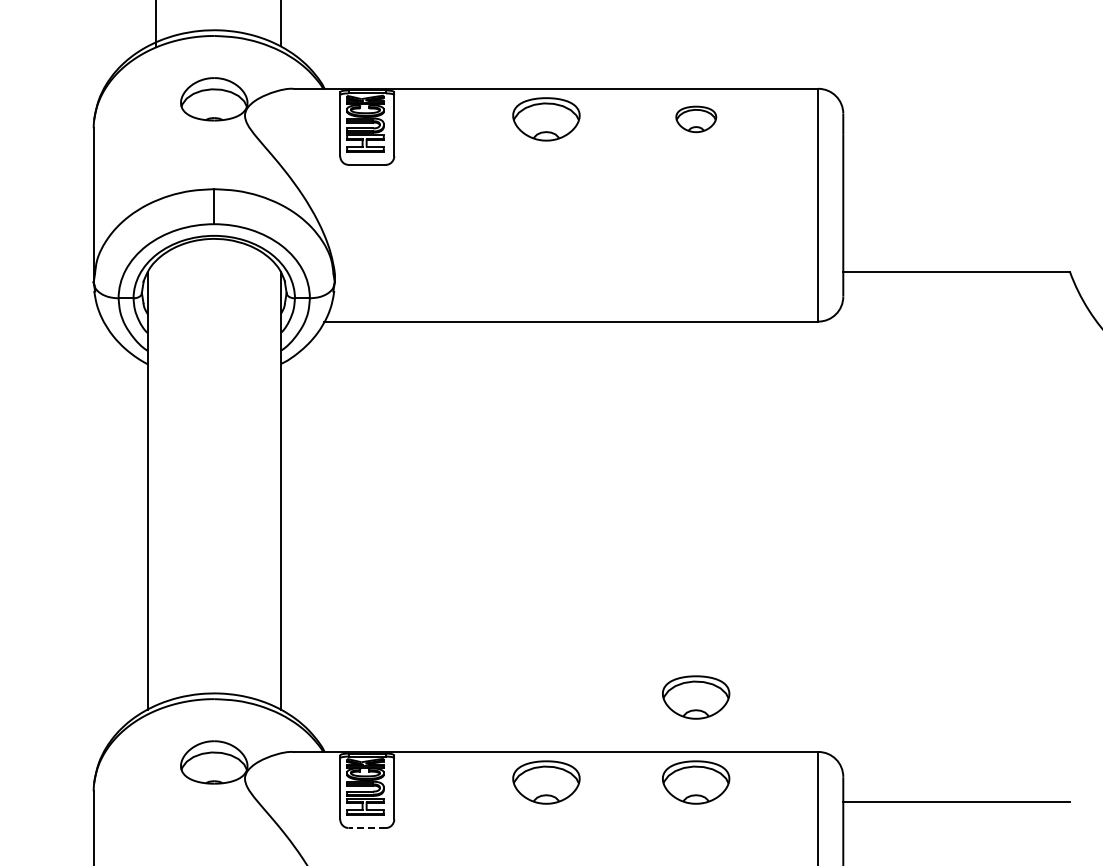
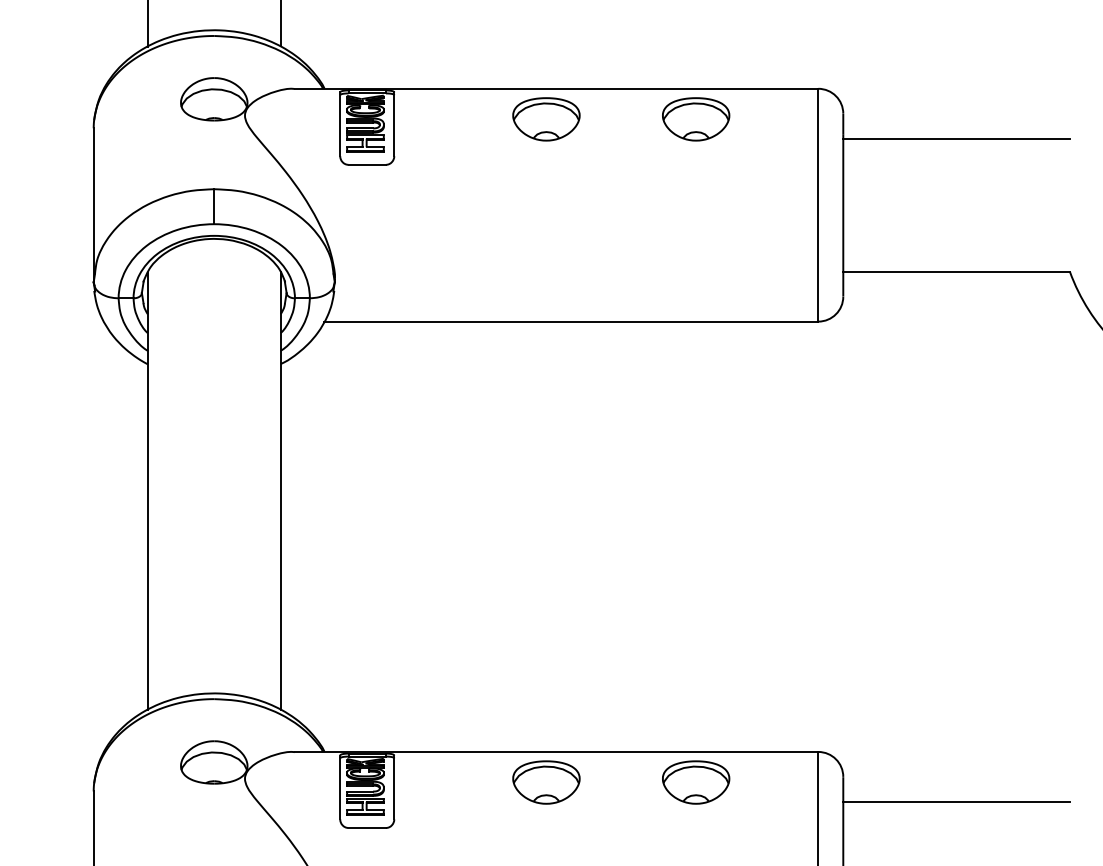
line at (155, 24) position: (155, 24) -> (147, 24)
part at (696, 119) size: 43x29 px -> 69x45 px
line at (956, 138): none -> present
part at (696, 697): present -> none
line at (367, 828): dashed -> solid
